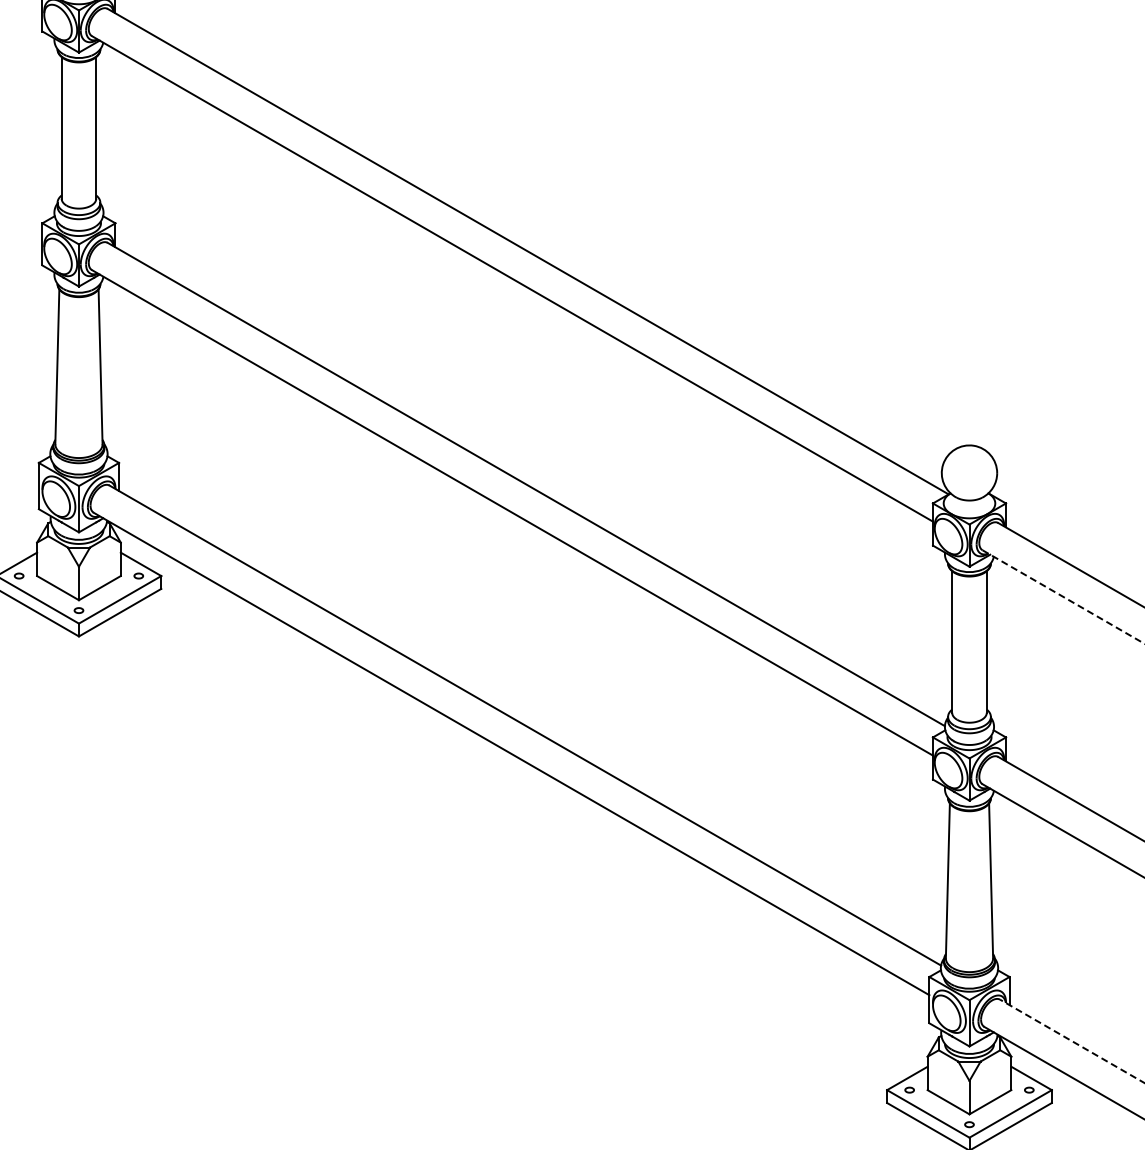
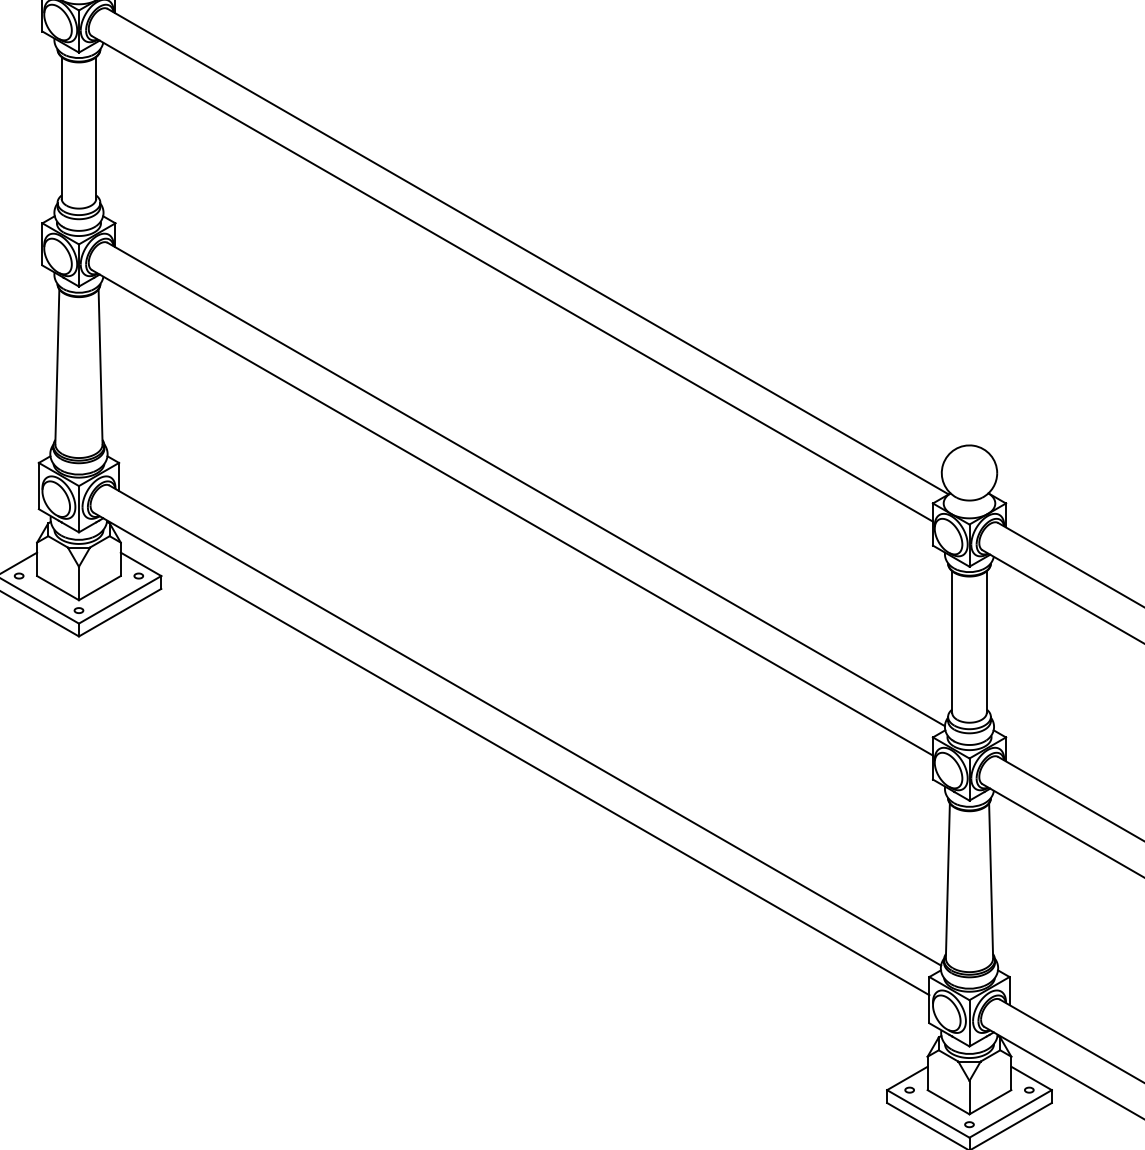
line at (1063, 597): dashed -> solid
line at (1071, 1041): dashed -> solid
